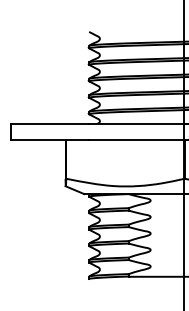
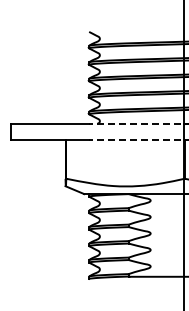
line at (138, 124): solid -> dashed
line at (138, 139): solid -> dashed
